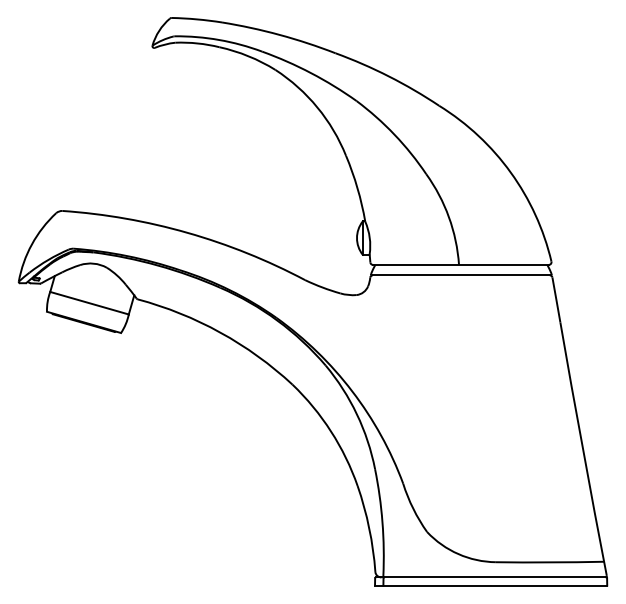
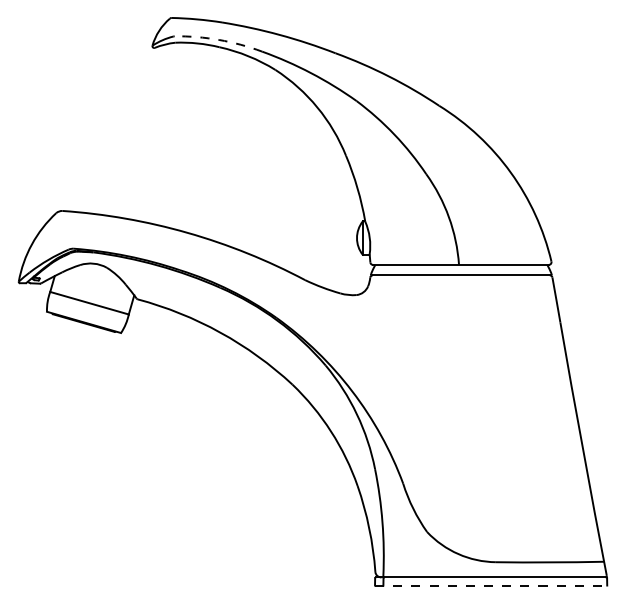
arc at (219, 39): solid -> dashed
line at (491, 585): solid -> dashed
